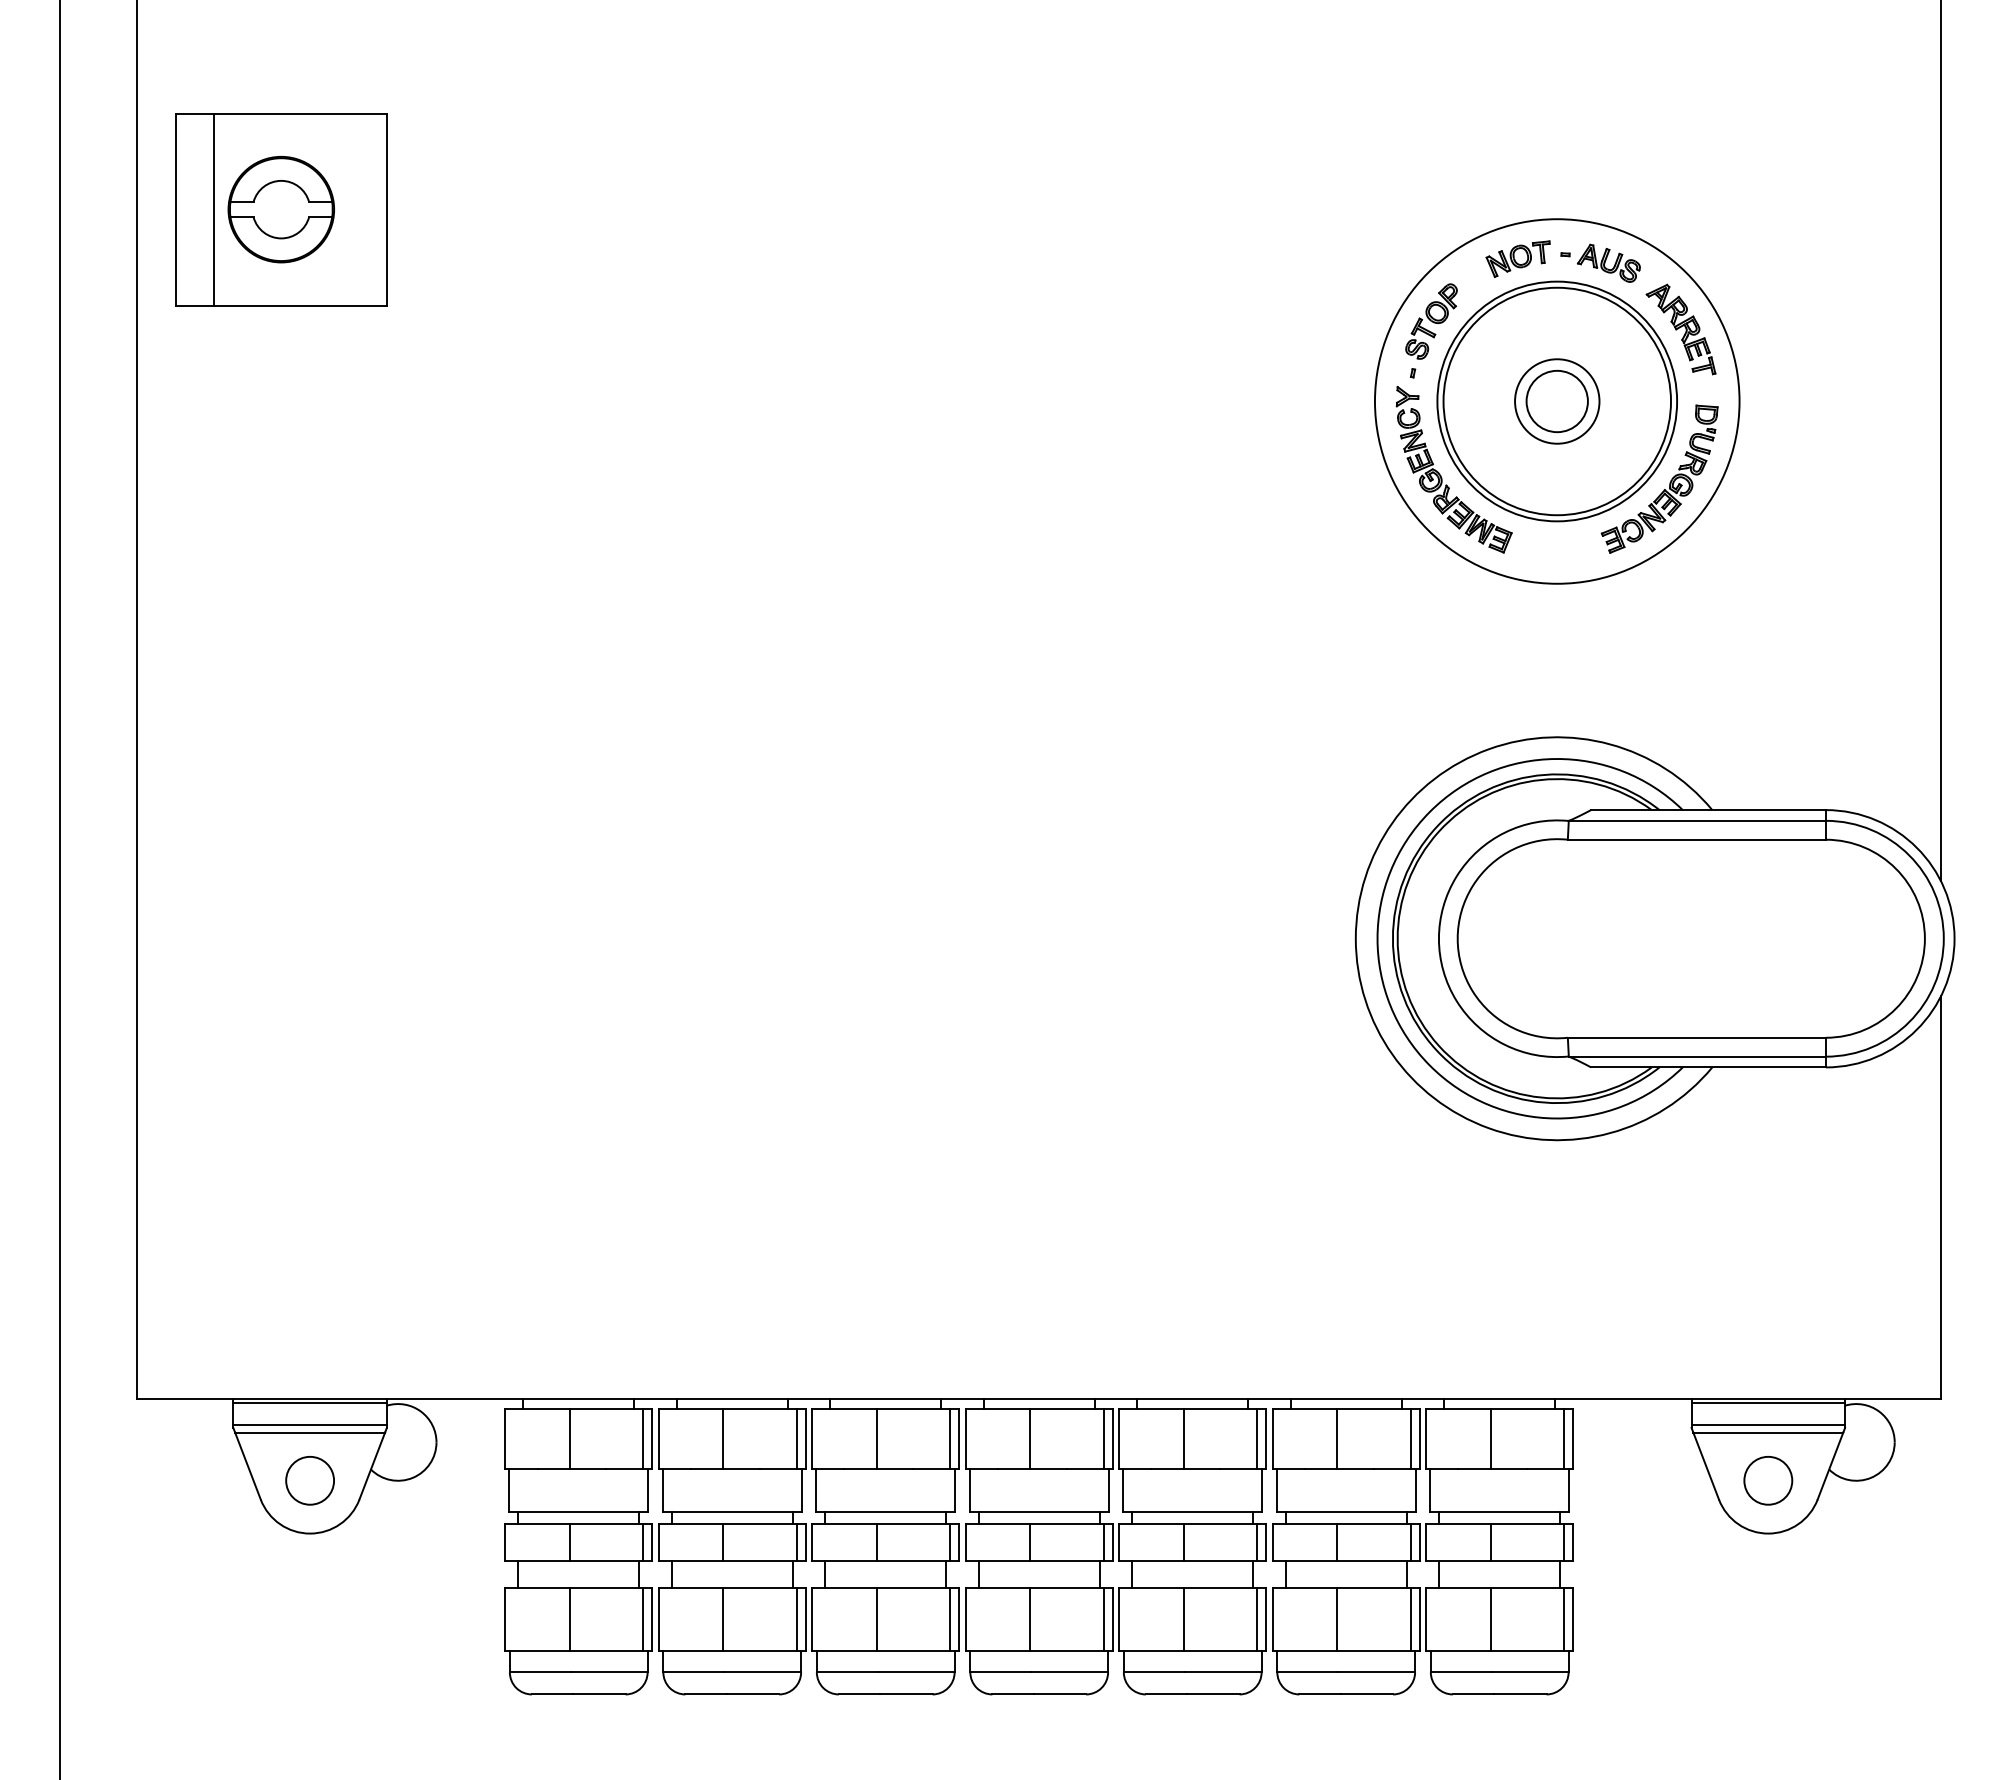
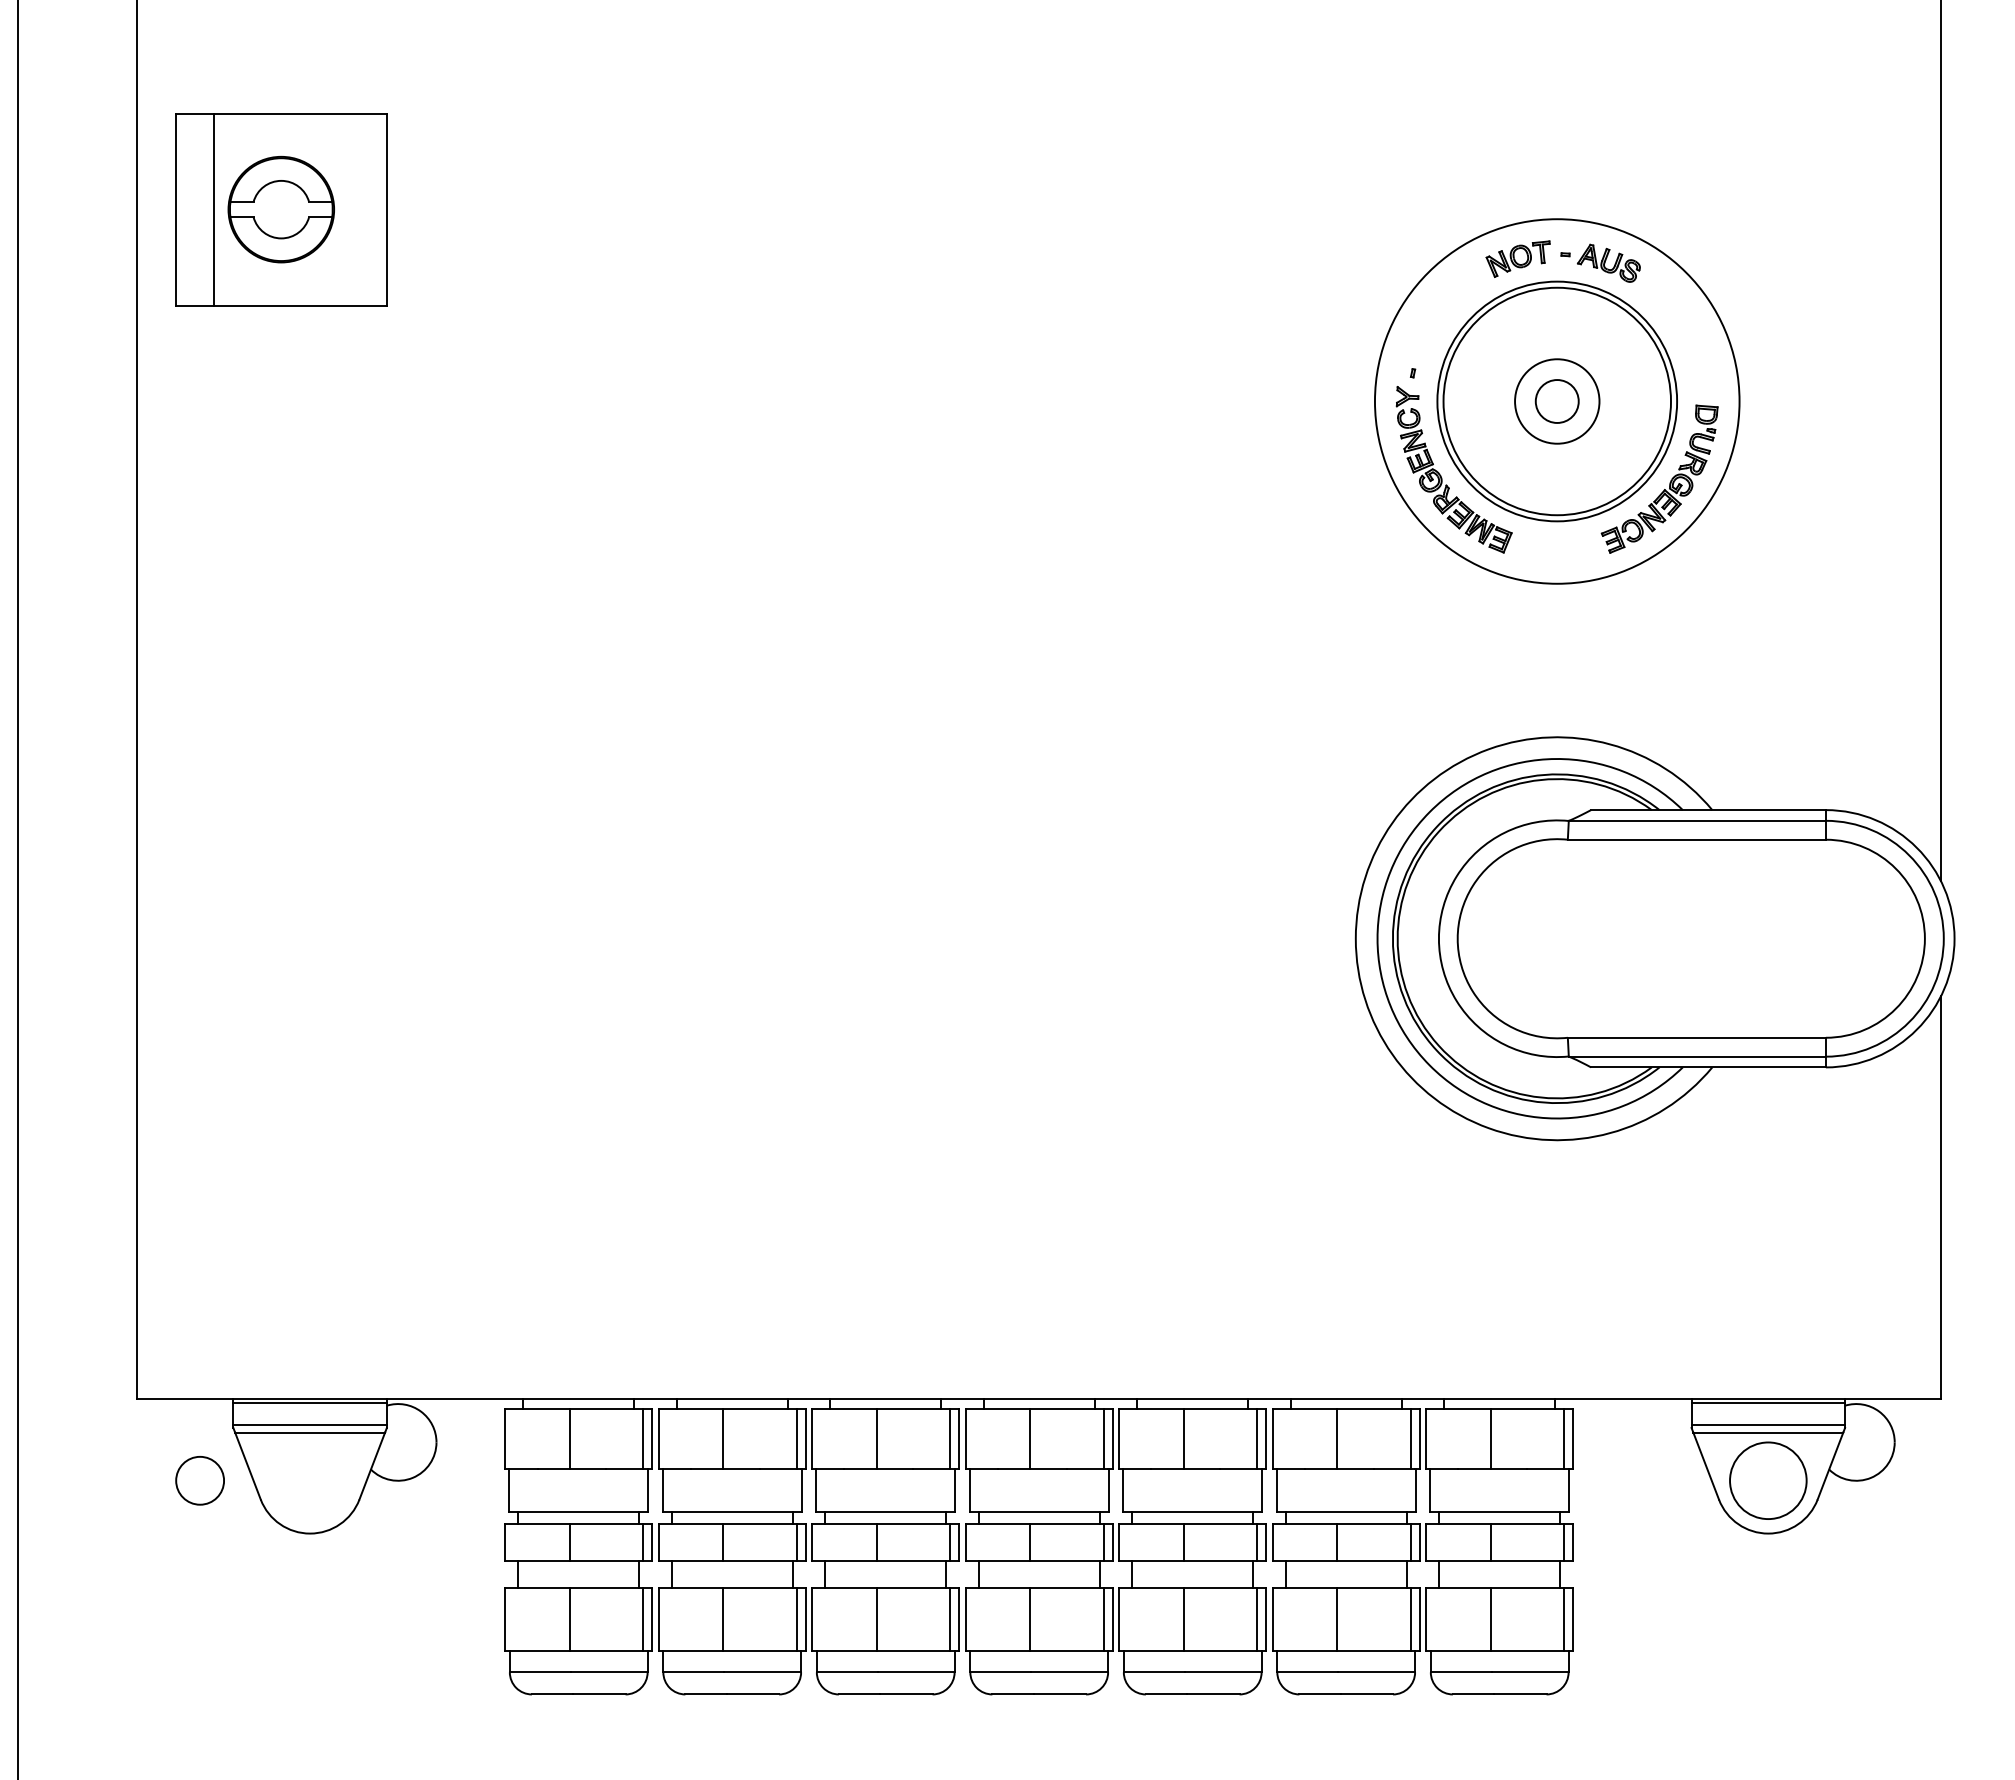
part at (1431, 321): present -> none
part at (1680, 329): present -> none
circle at (1556, 401) diameter: 61 px -> 43 px
line at (60, 889) position: (60, 889) -> (18, 889)
circle at (309, 1480) position: (309, 1480) -> (199, 1480)
circle at (1768, 1480) diameter: 48 px -> 77 px
